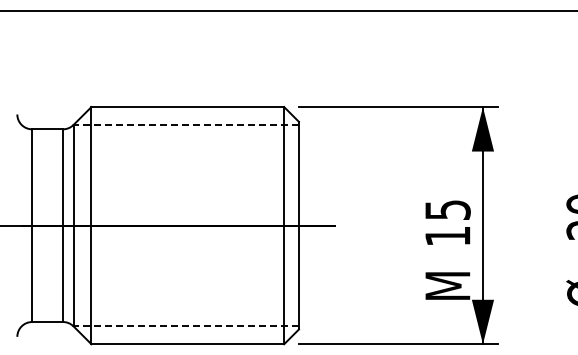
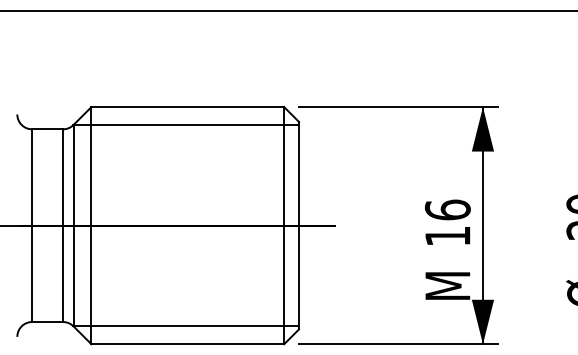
line at (186, 125): dashed -> solid
text at (447, 209): 15 -> 16
line at (186, 326): dashed -> solid
